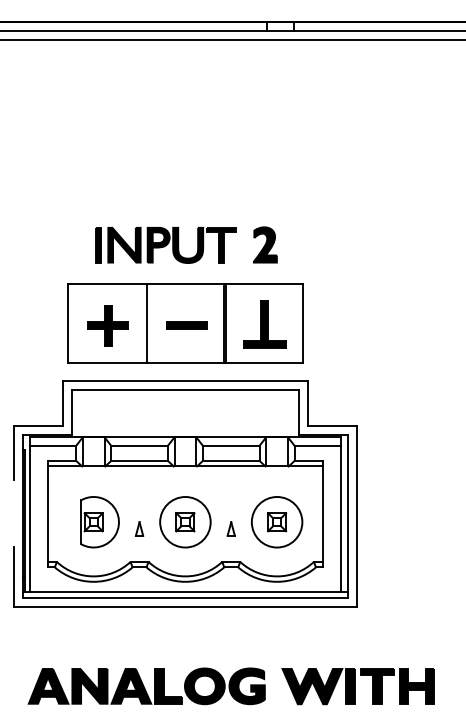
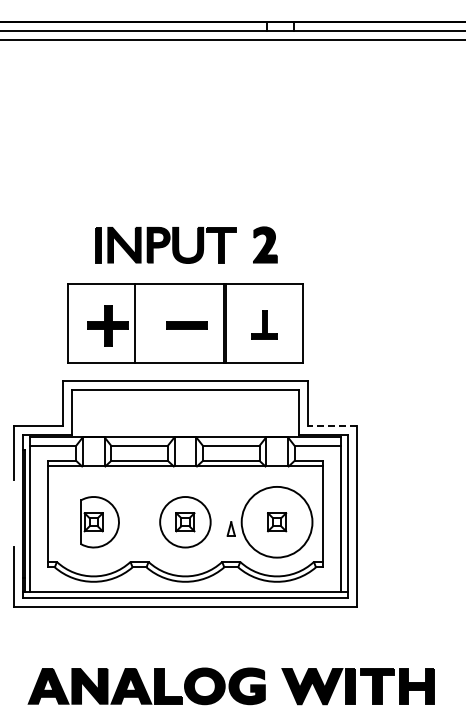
line at (147, 323) position: (147, 323) -> (135, 323)
part at (264, 324) size: 44x49 px -> 27x30 px
line at (332, 426): solid -> dashed
circle at (276, 522) diameter: 51 px -> 71 px
part at (139, 528): present -> none
